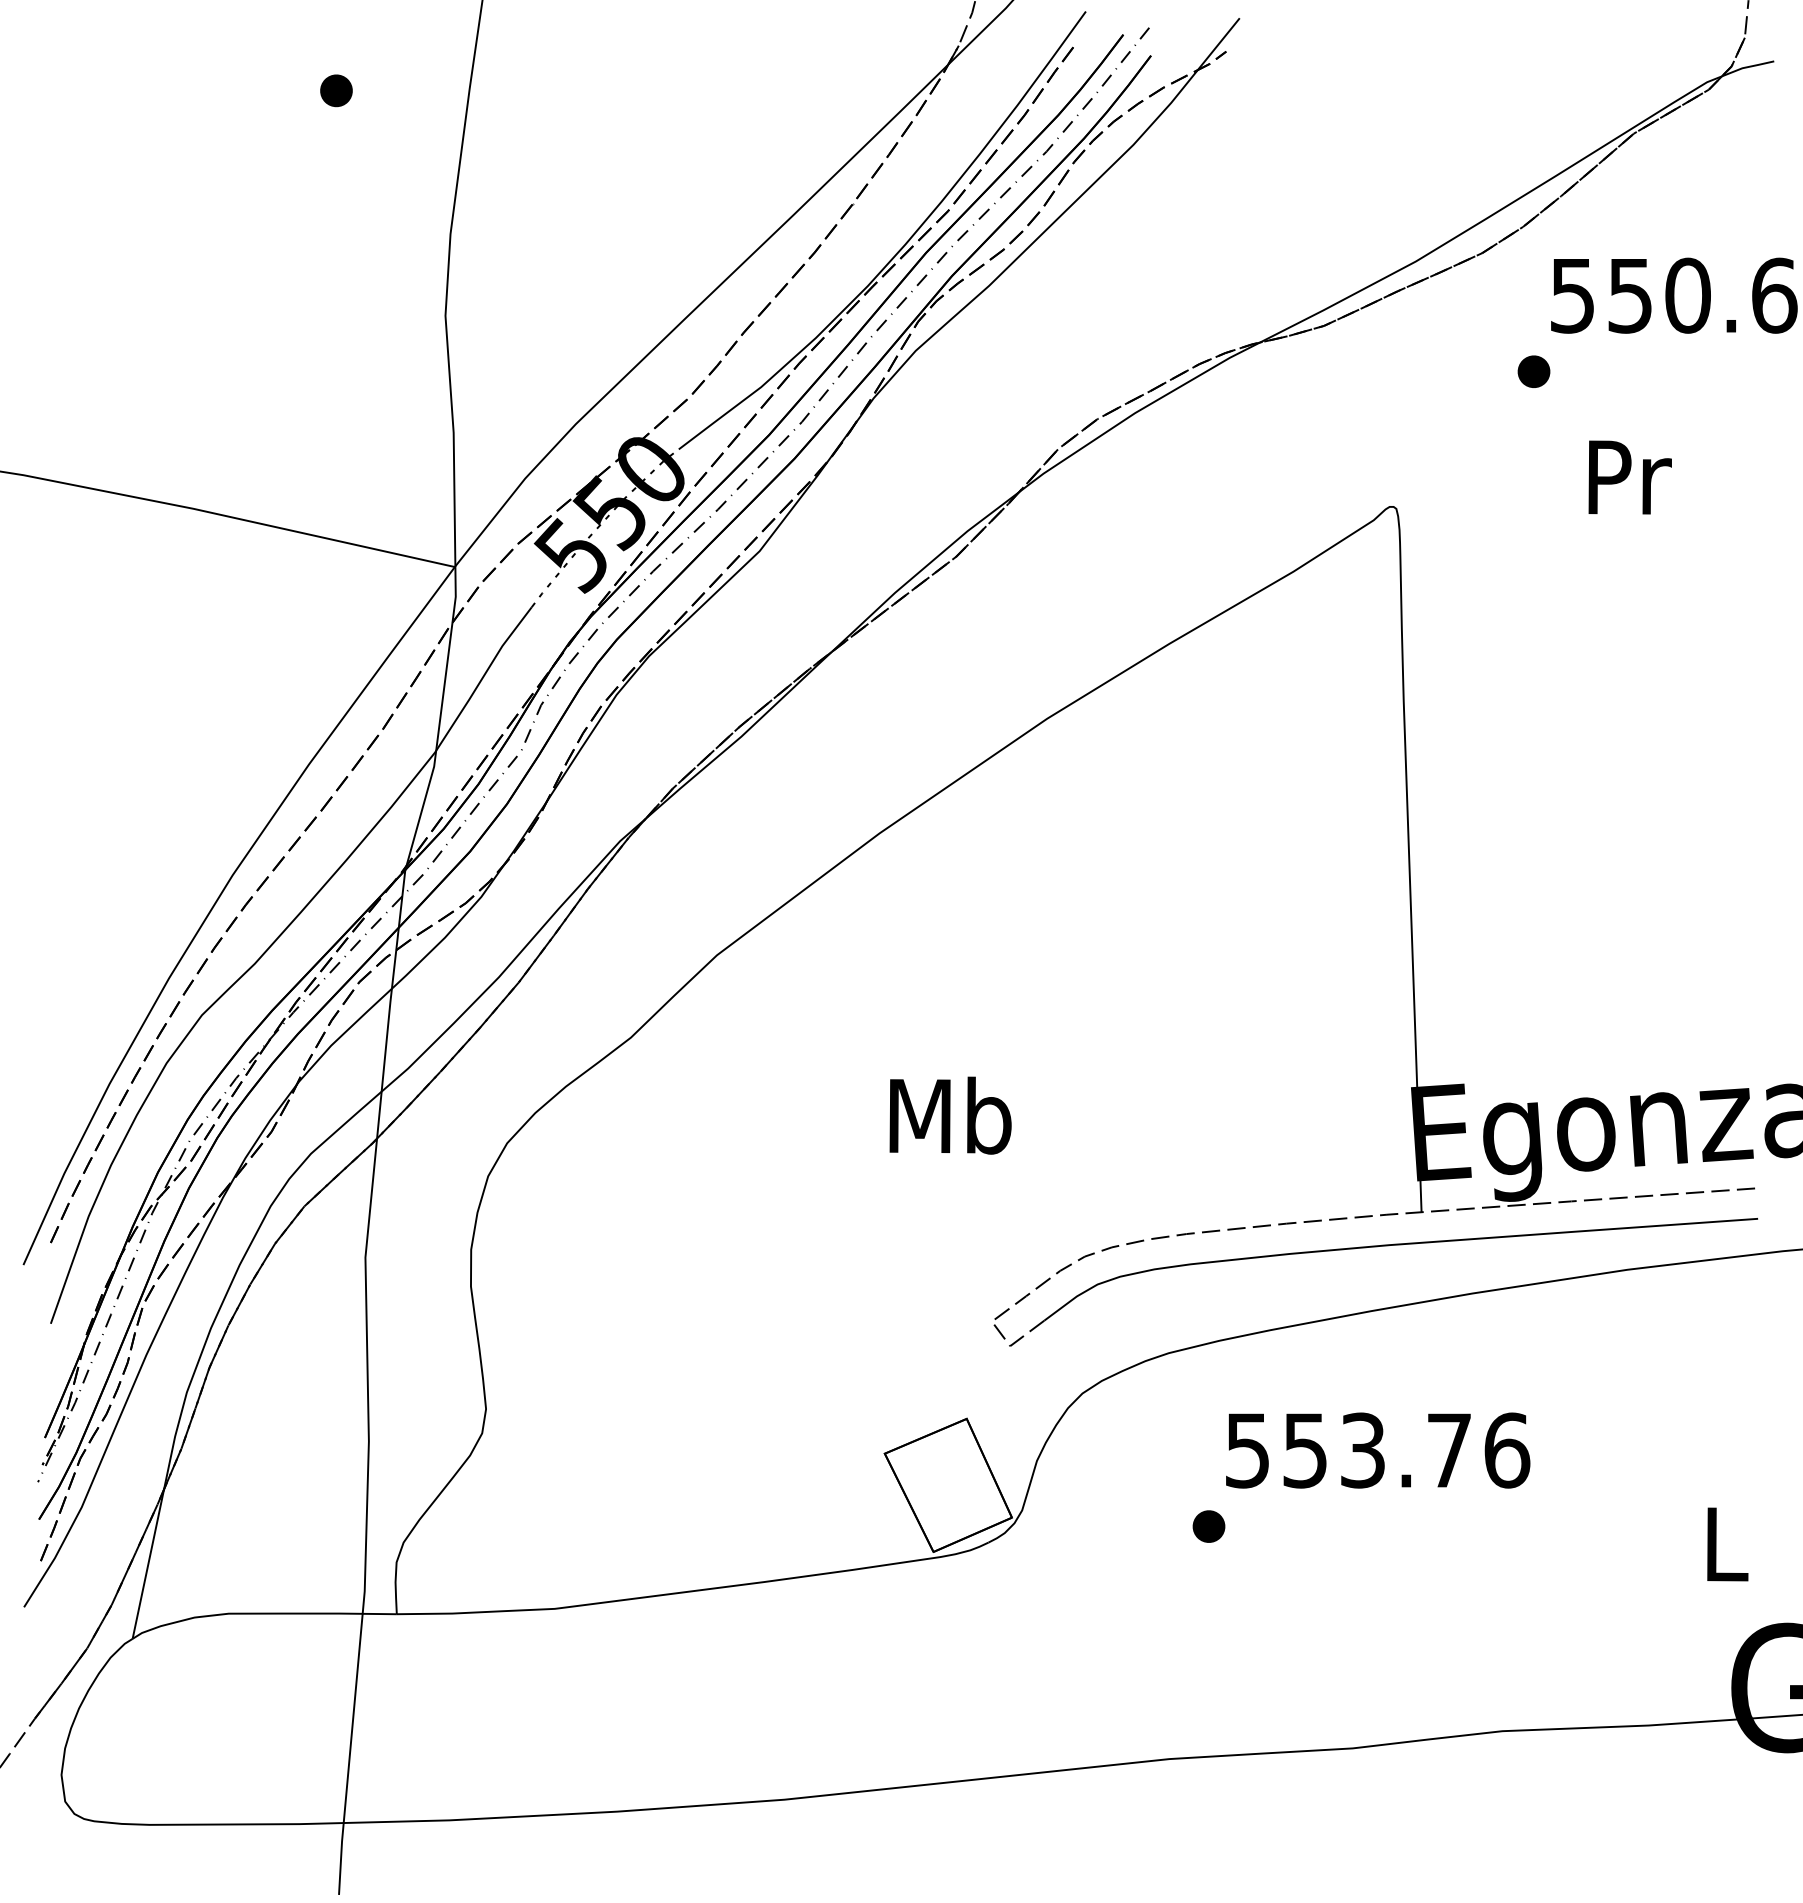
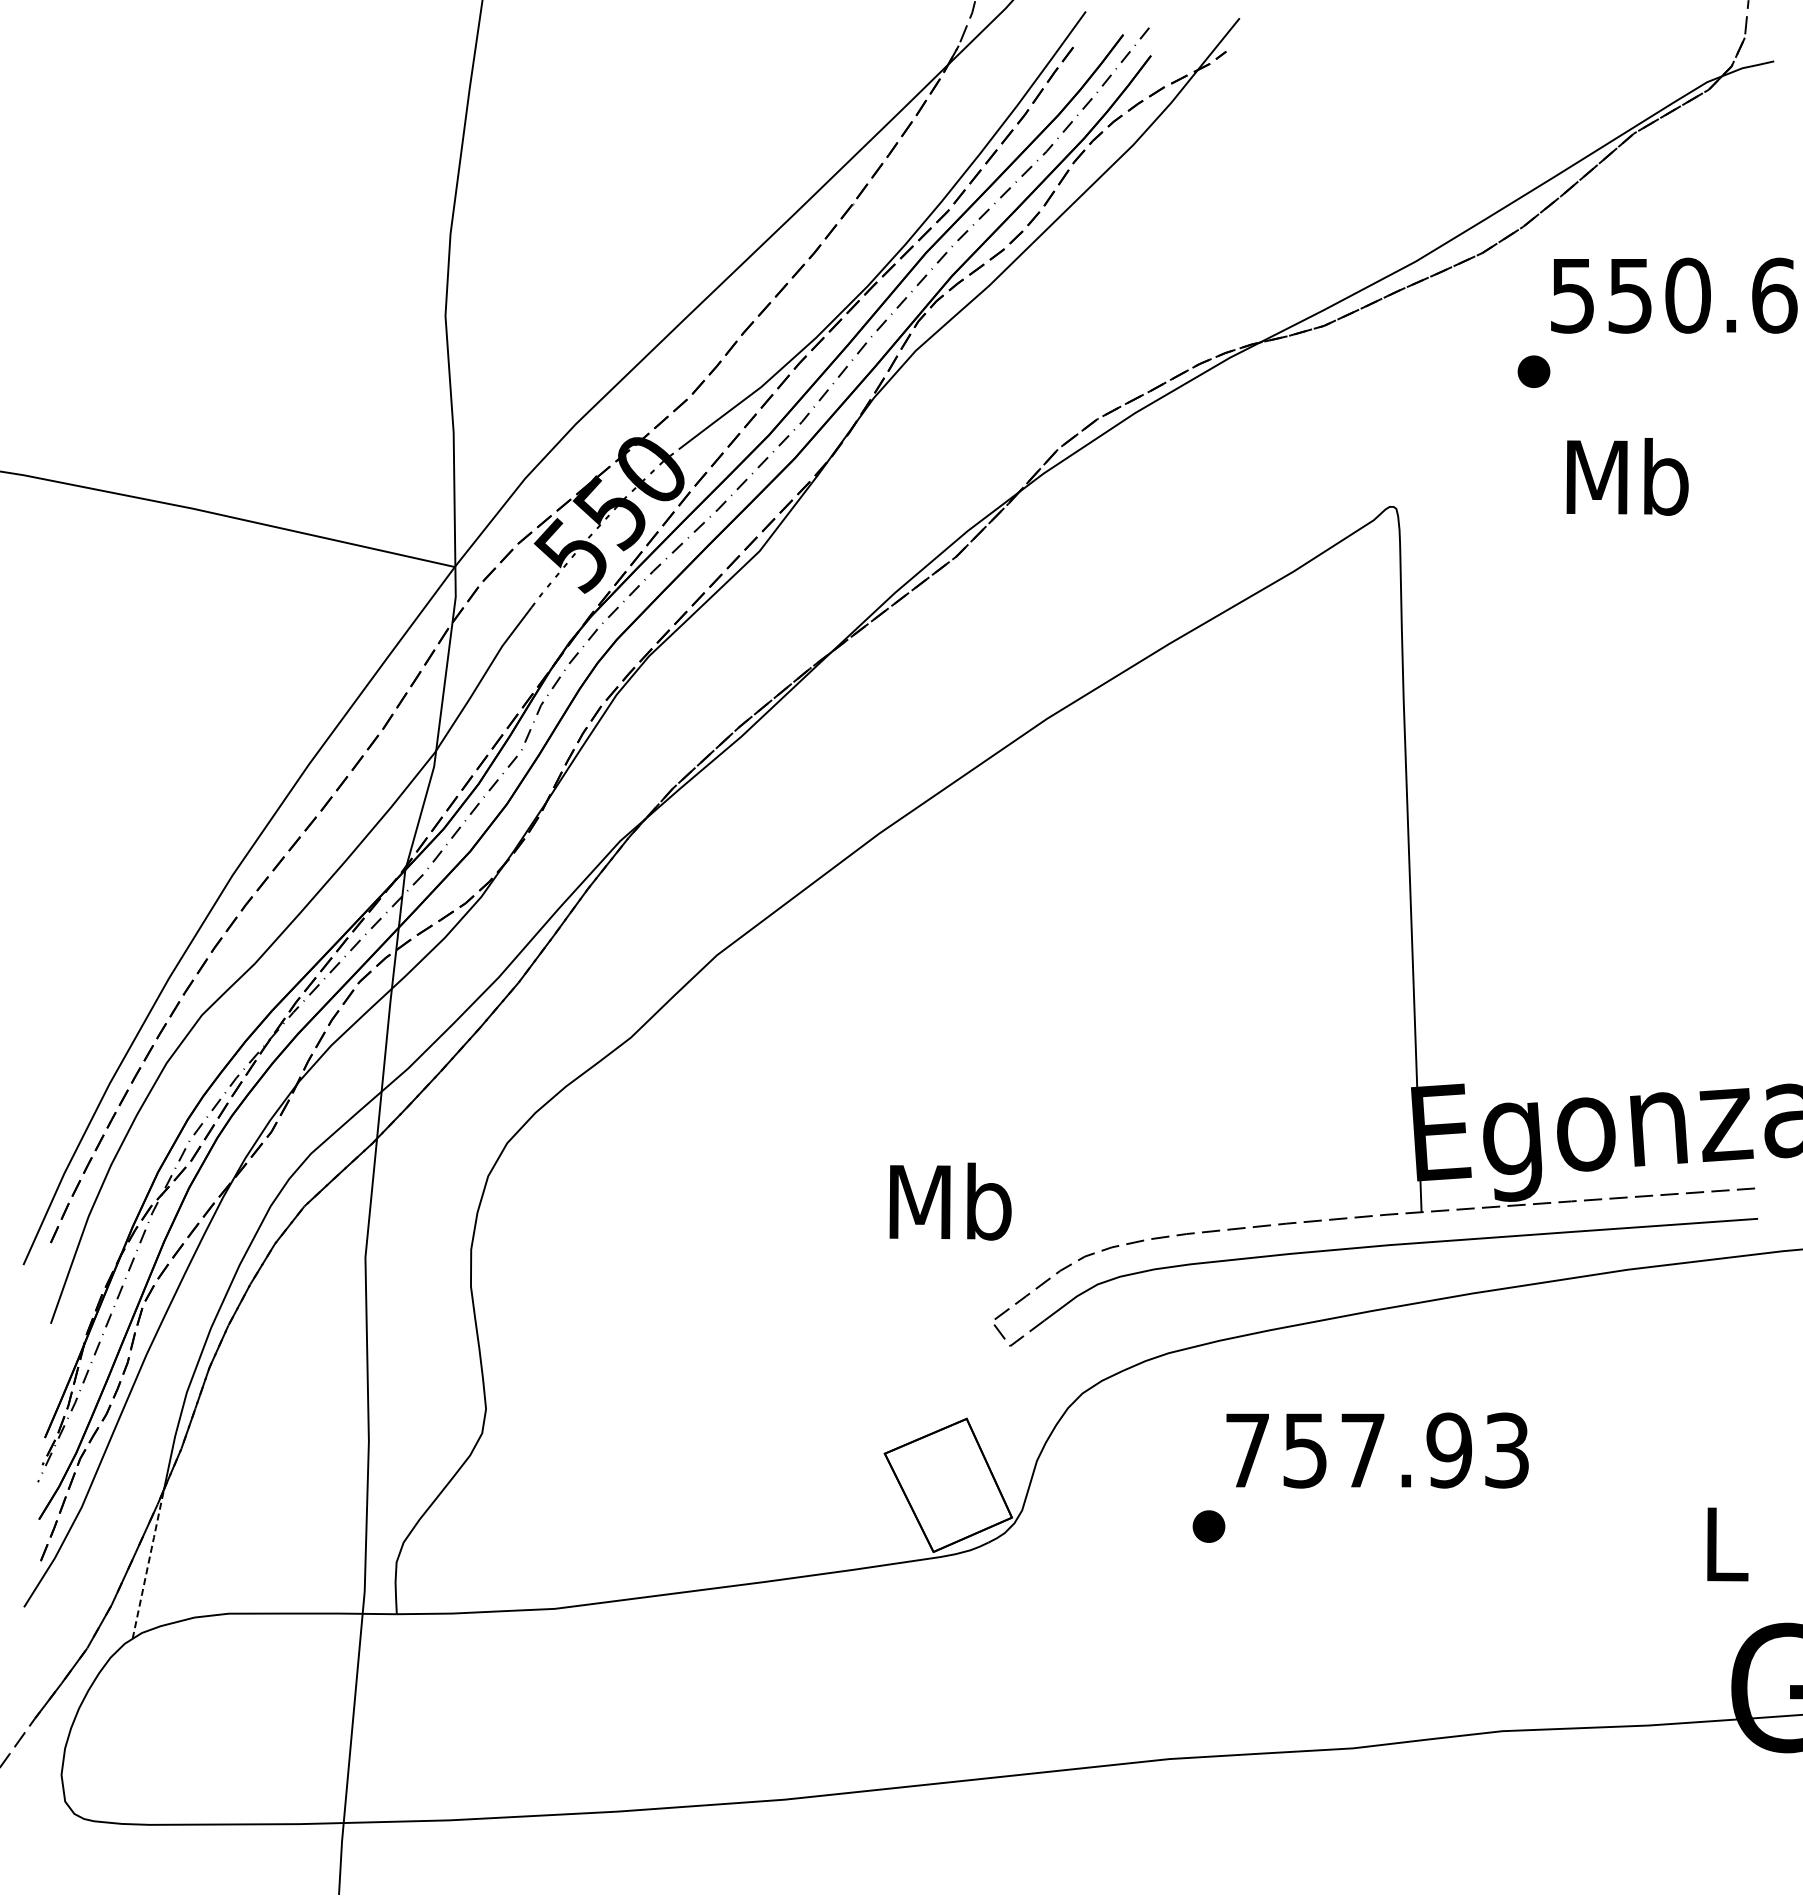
part at (336, 90): present -> none
text at (1627, 476): Pr -> Mb
text at (950, 1115) position: (950, 1115) -> (950, 1201)
text at (1378, 1450): 553.76 -> 757.93
line at (148, 1562): solid -> dashed
